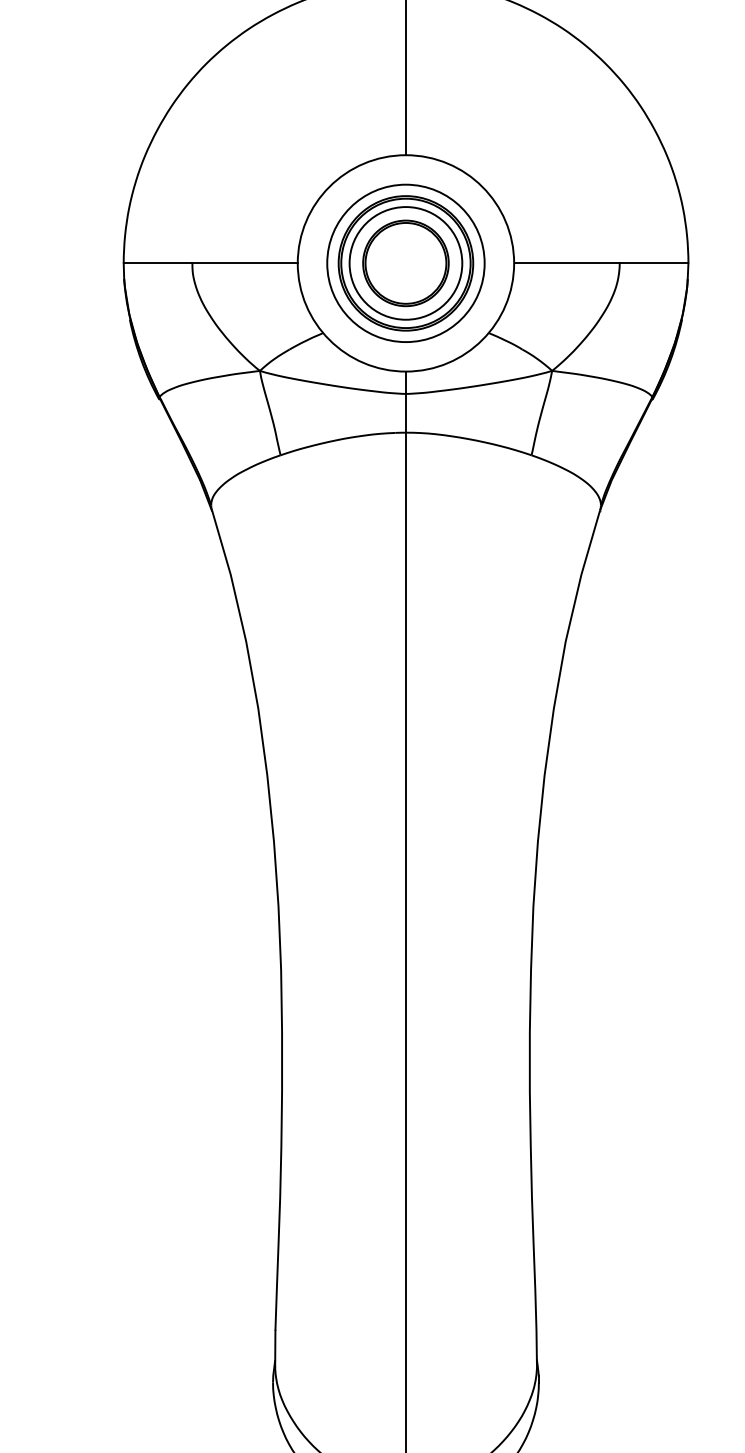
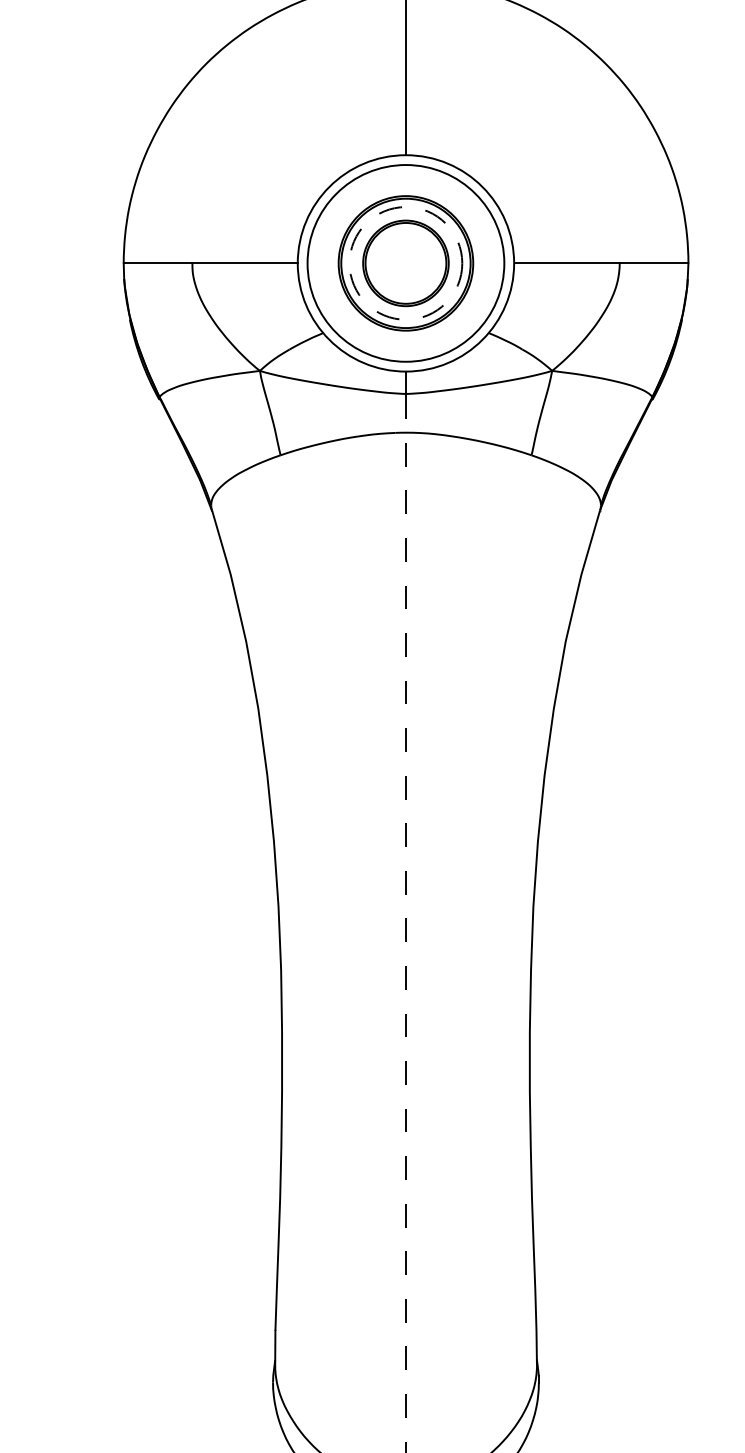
circle at (405, 263) diameter: 157 px -> 197 px
circle at (405, 263): solid -> dashed
line at (405, 922): solid -> dashed
